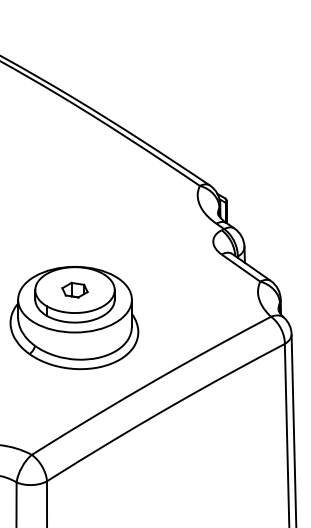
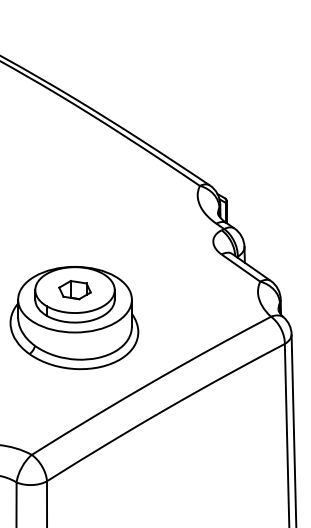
part at (74, 289) size: 28x18 px -> 34x21 px
